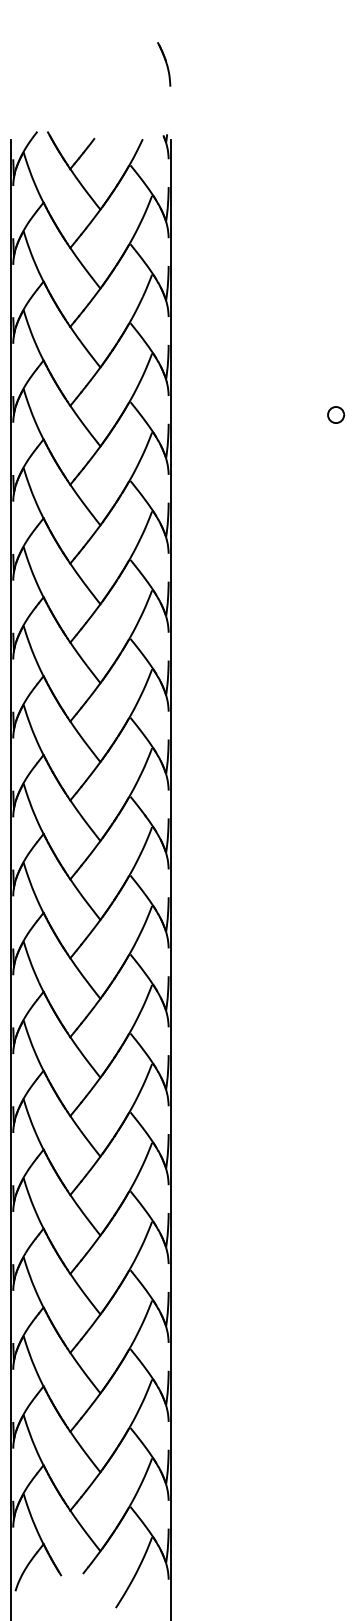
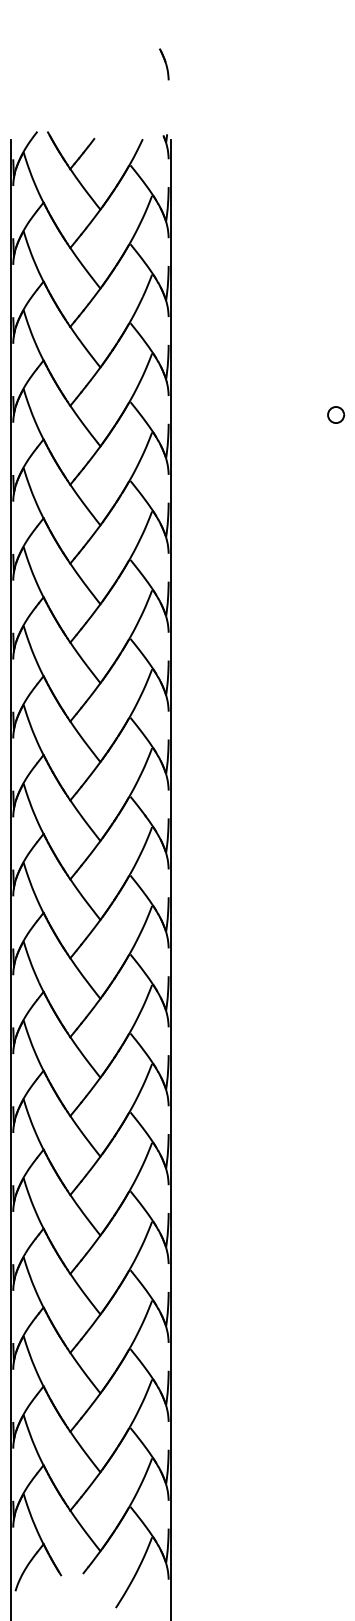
part at (164, 64) size: 15x45 px -> 11x33 px
